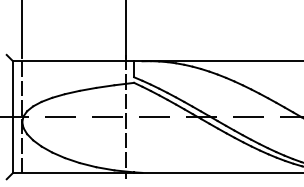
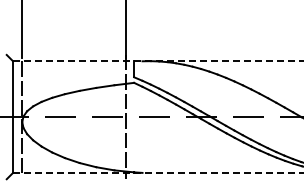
line at (158, 61): solid -> dashed
line at (158, 173): solid -> dashed
